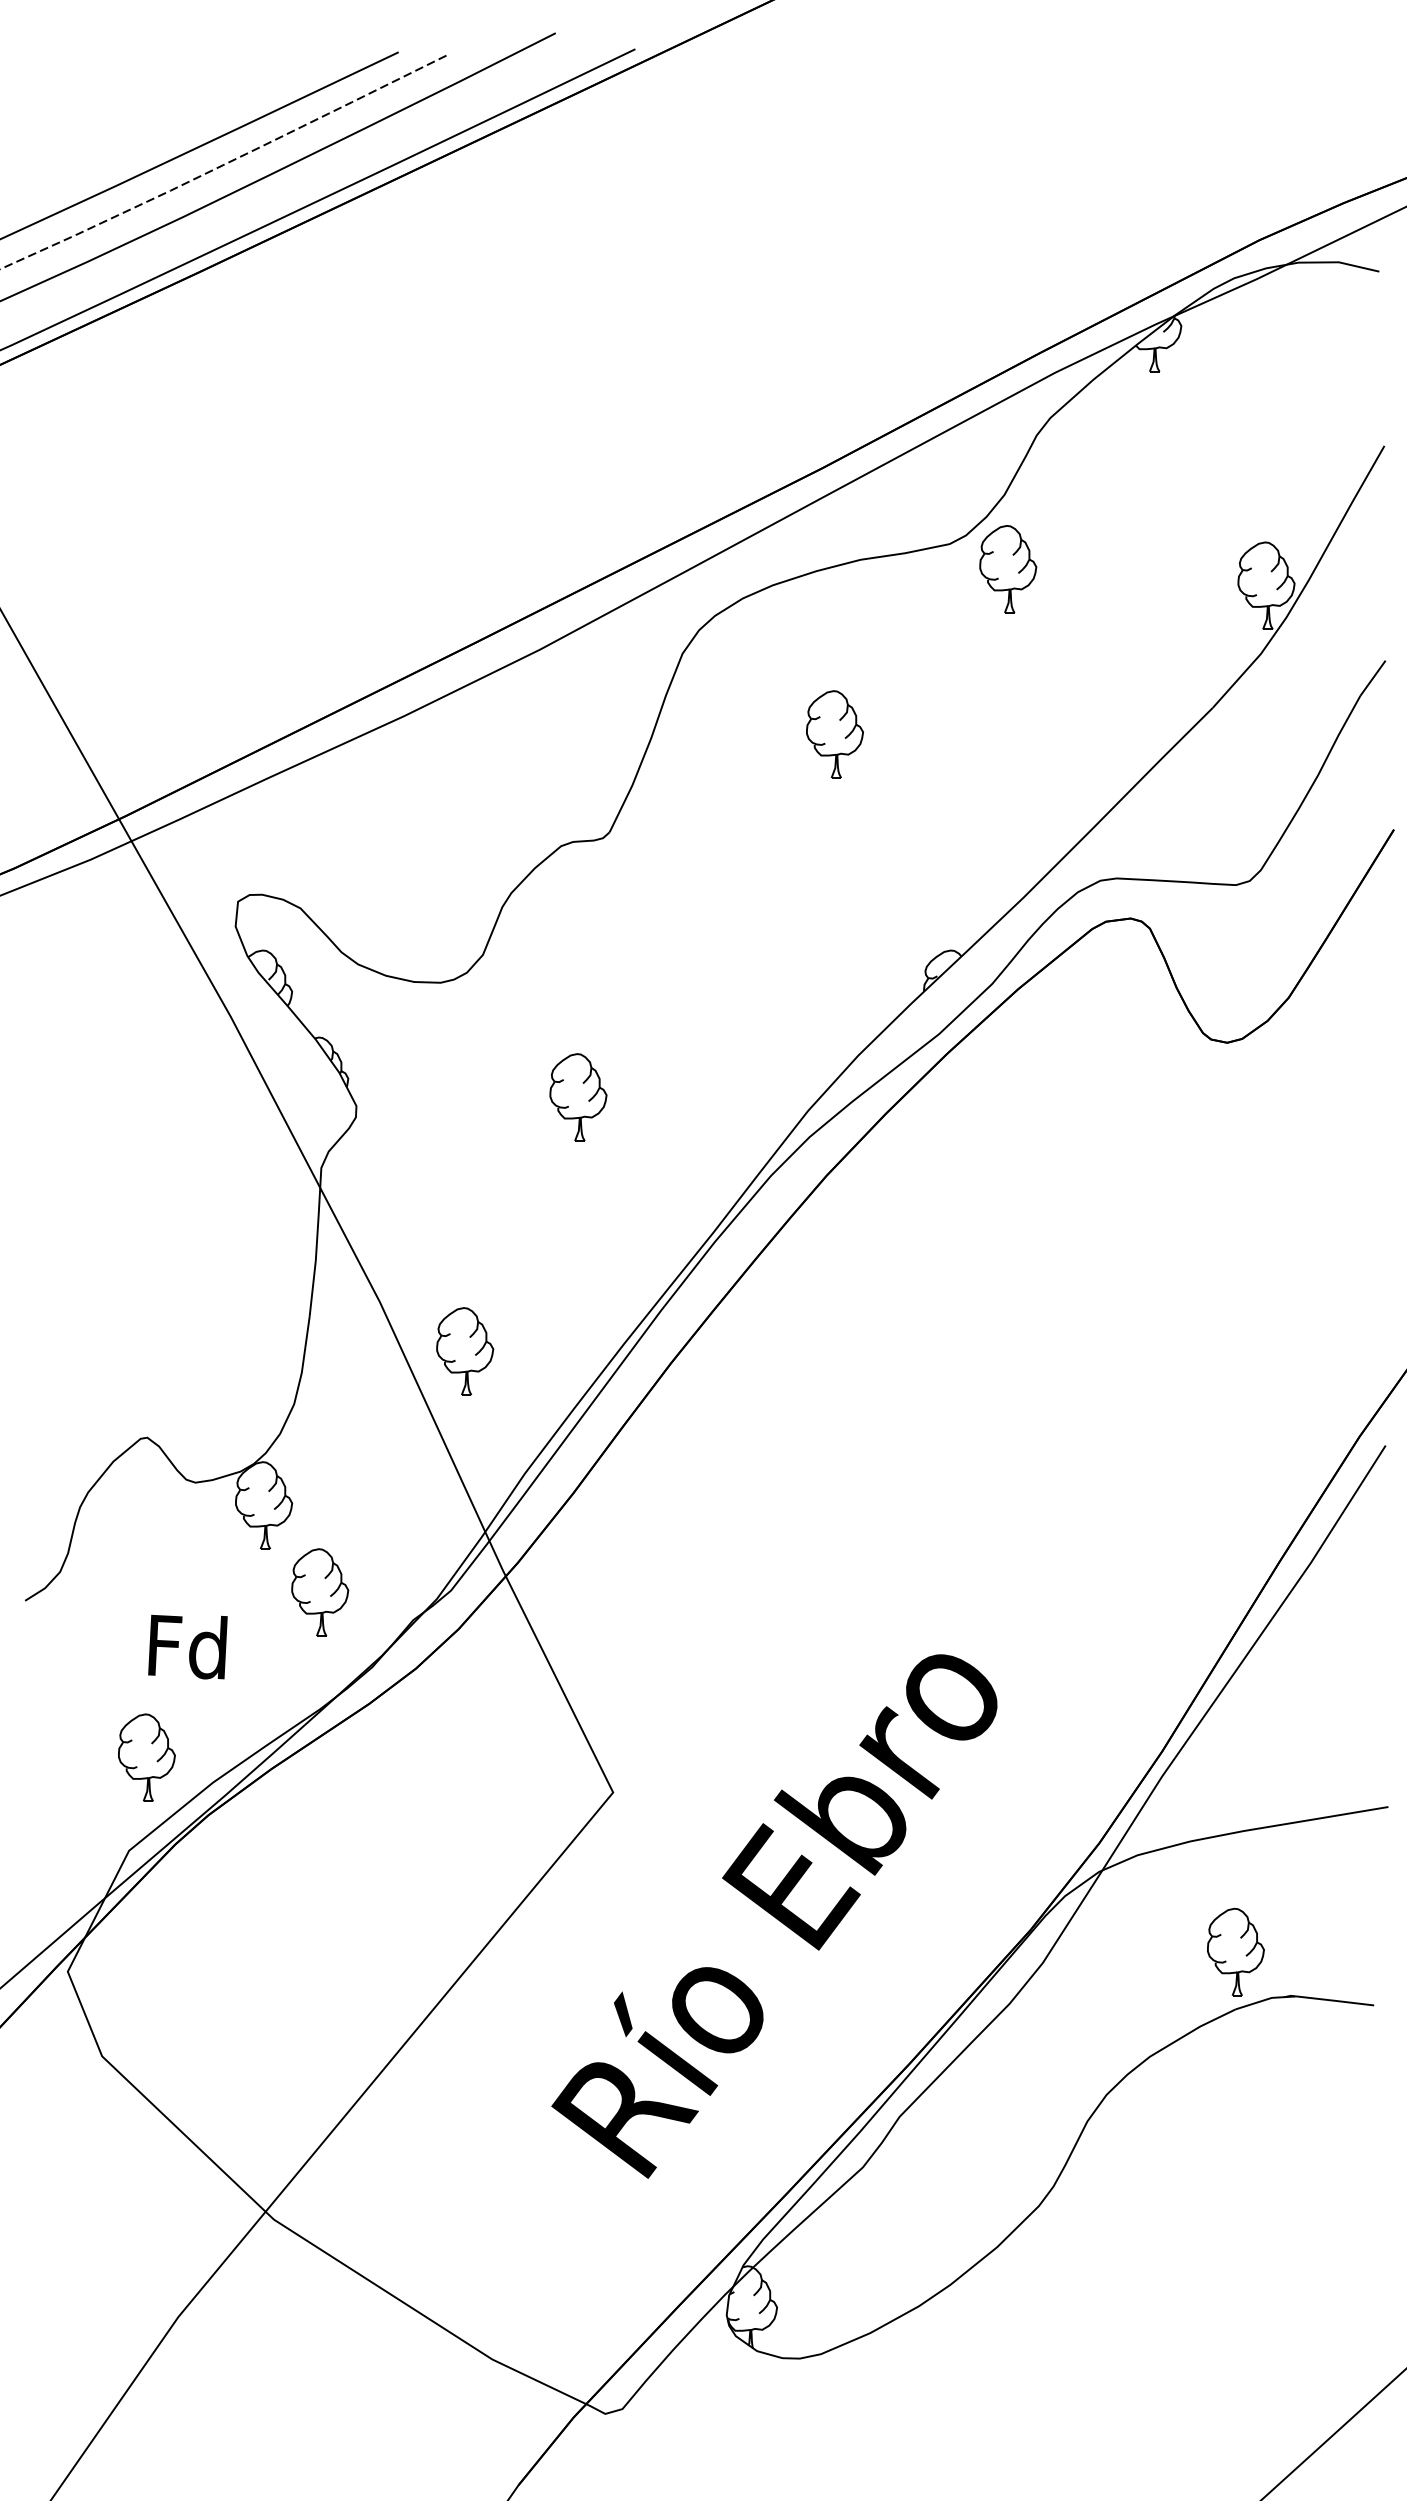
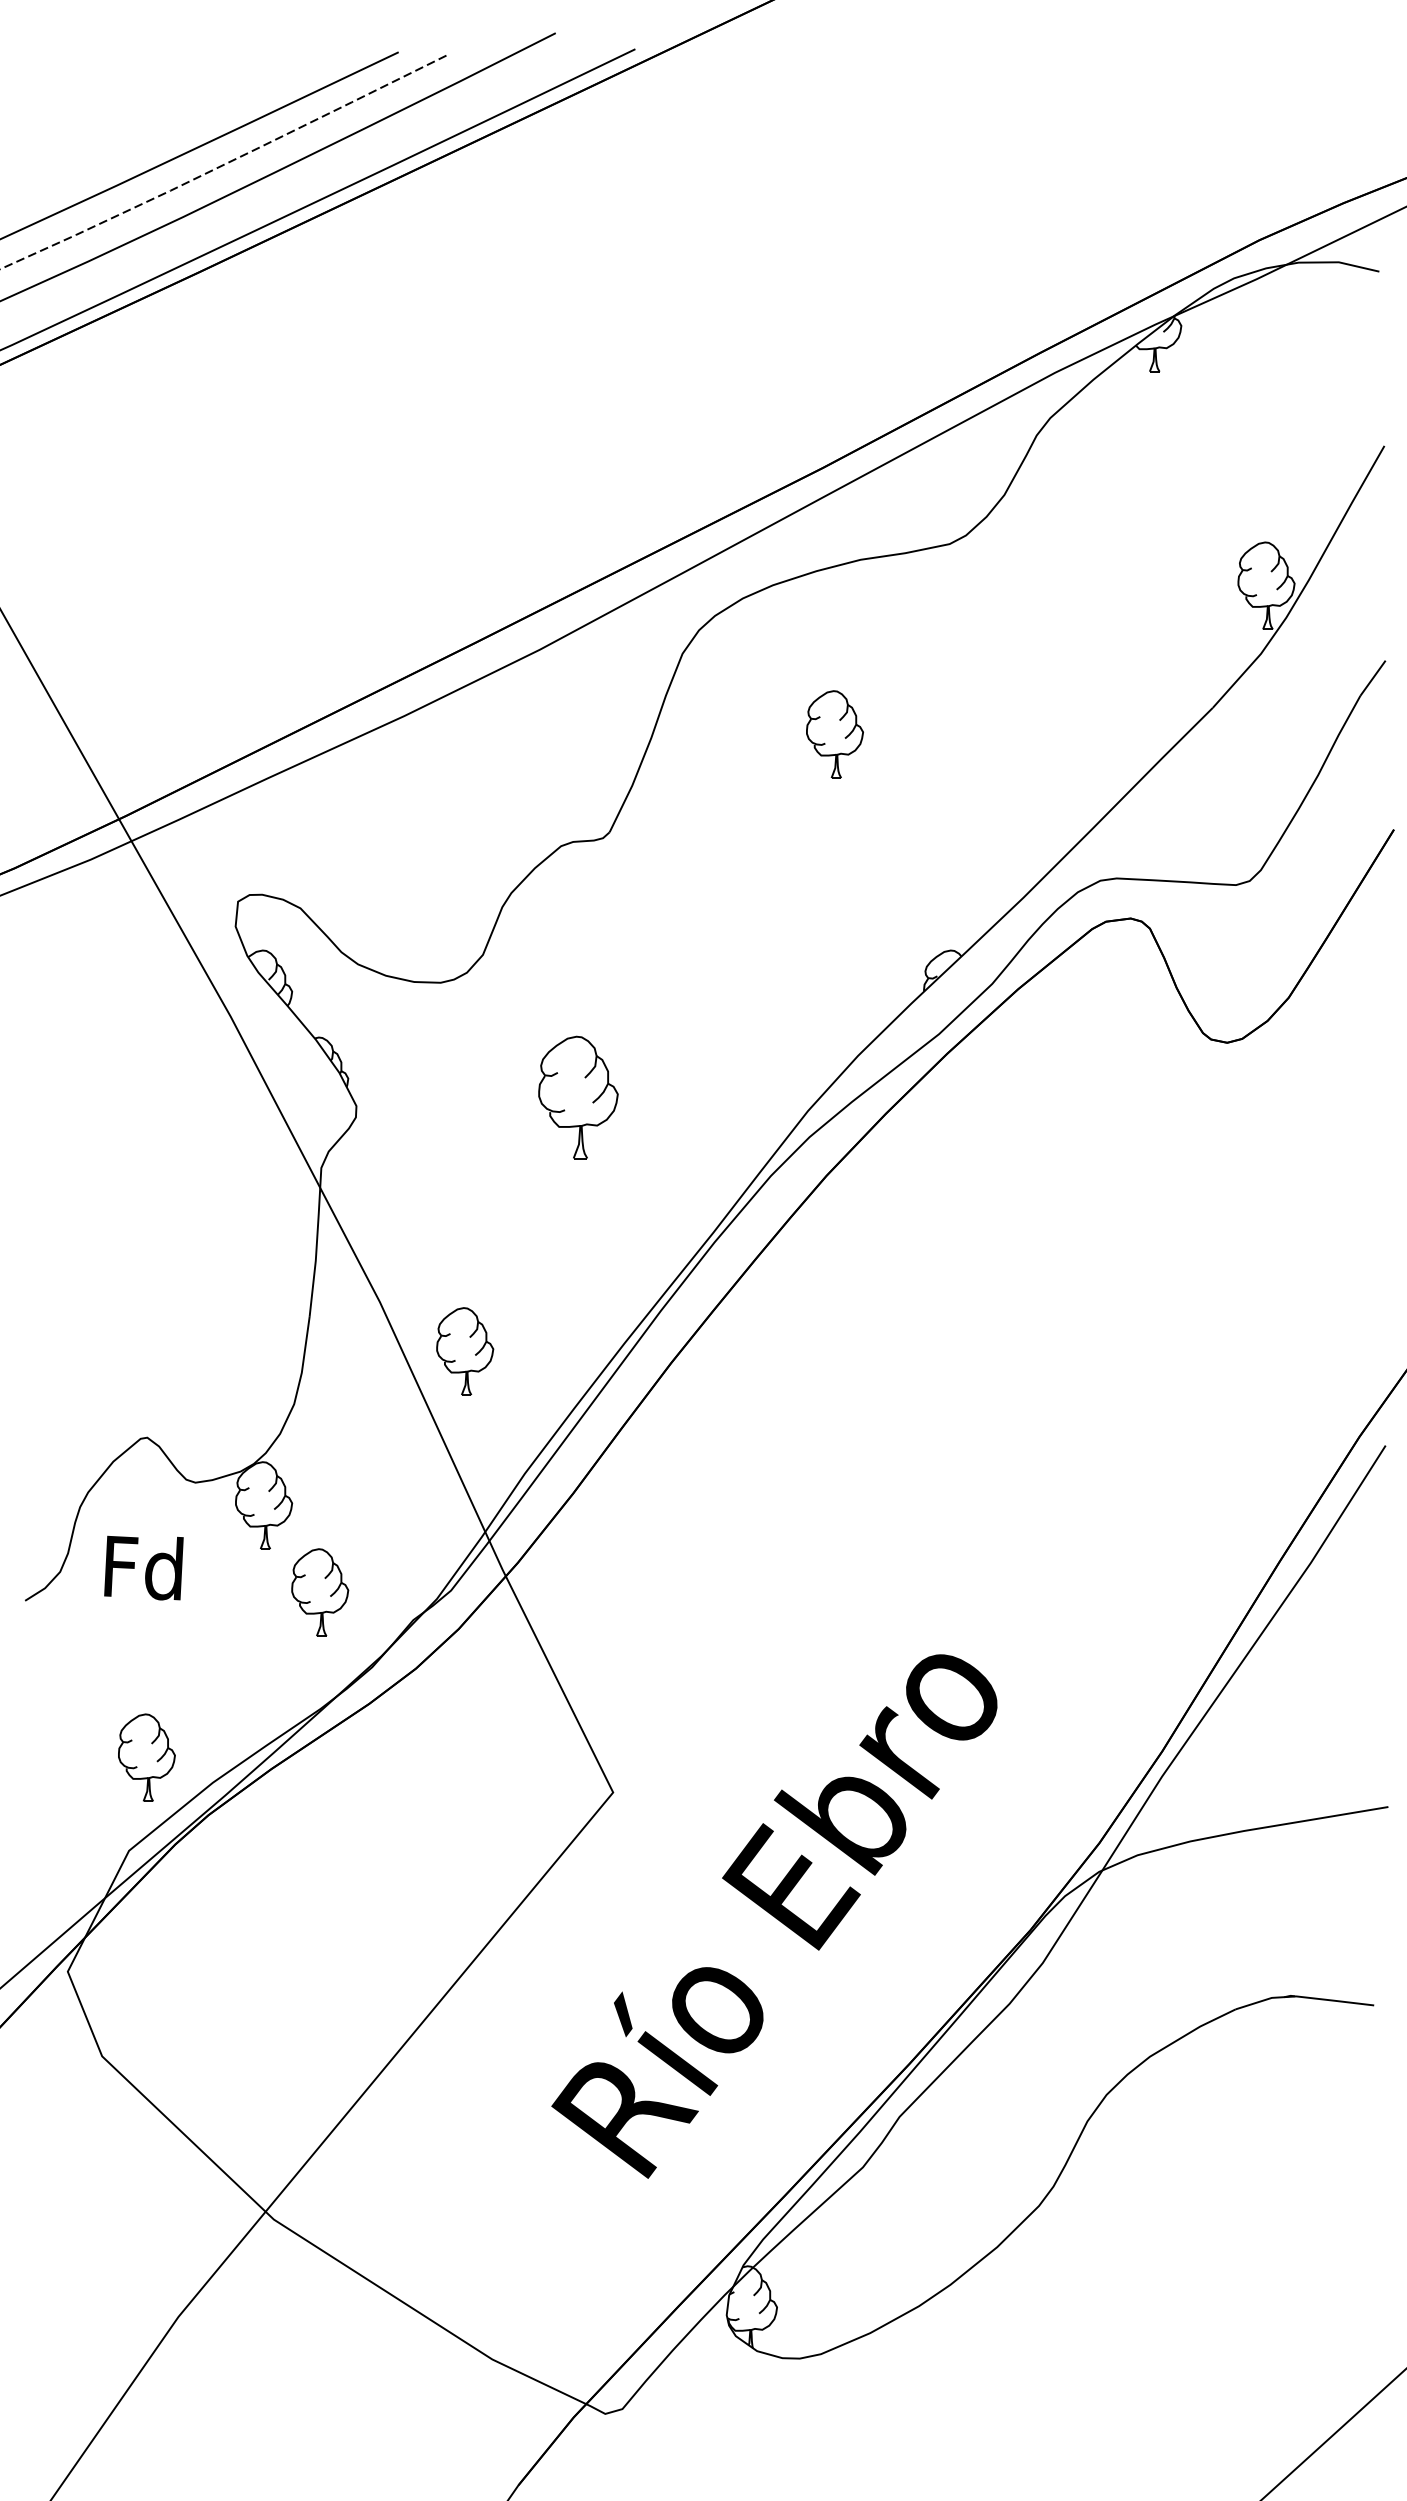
part at (1008, 569): present -> none
part at (578, 1097) size: 59x89 px -> 81x125 px
text at (187, 1646) position: (187, 1646) -> (143, 1567)
part at (1235, 1951): present -> none
